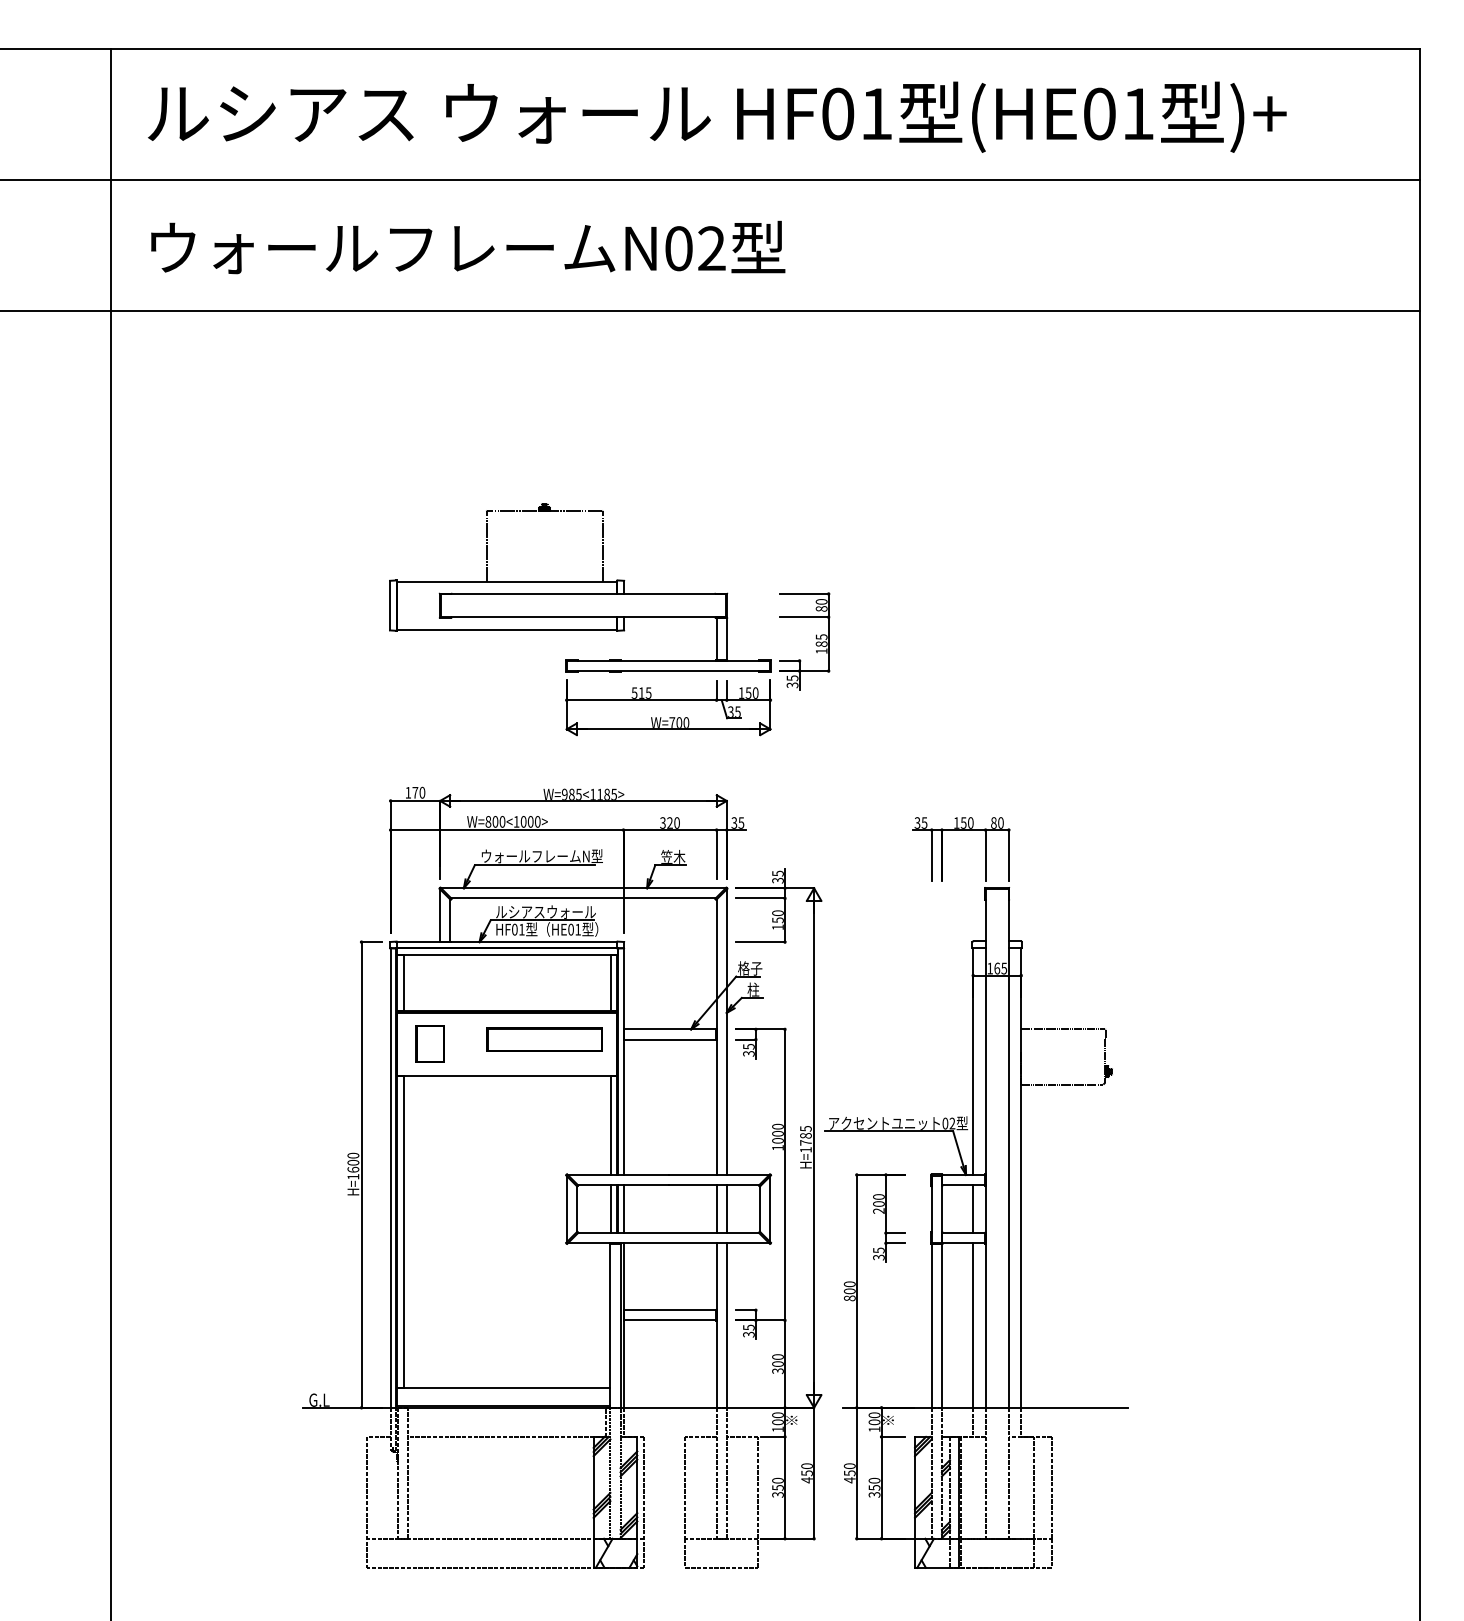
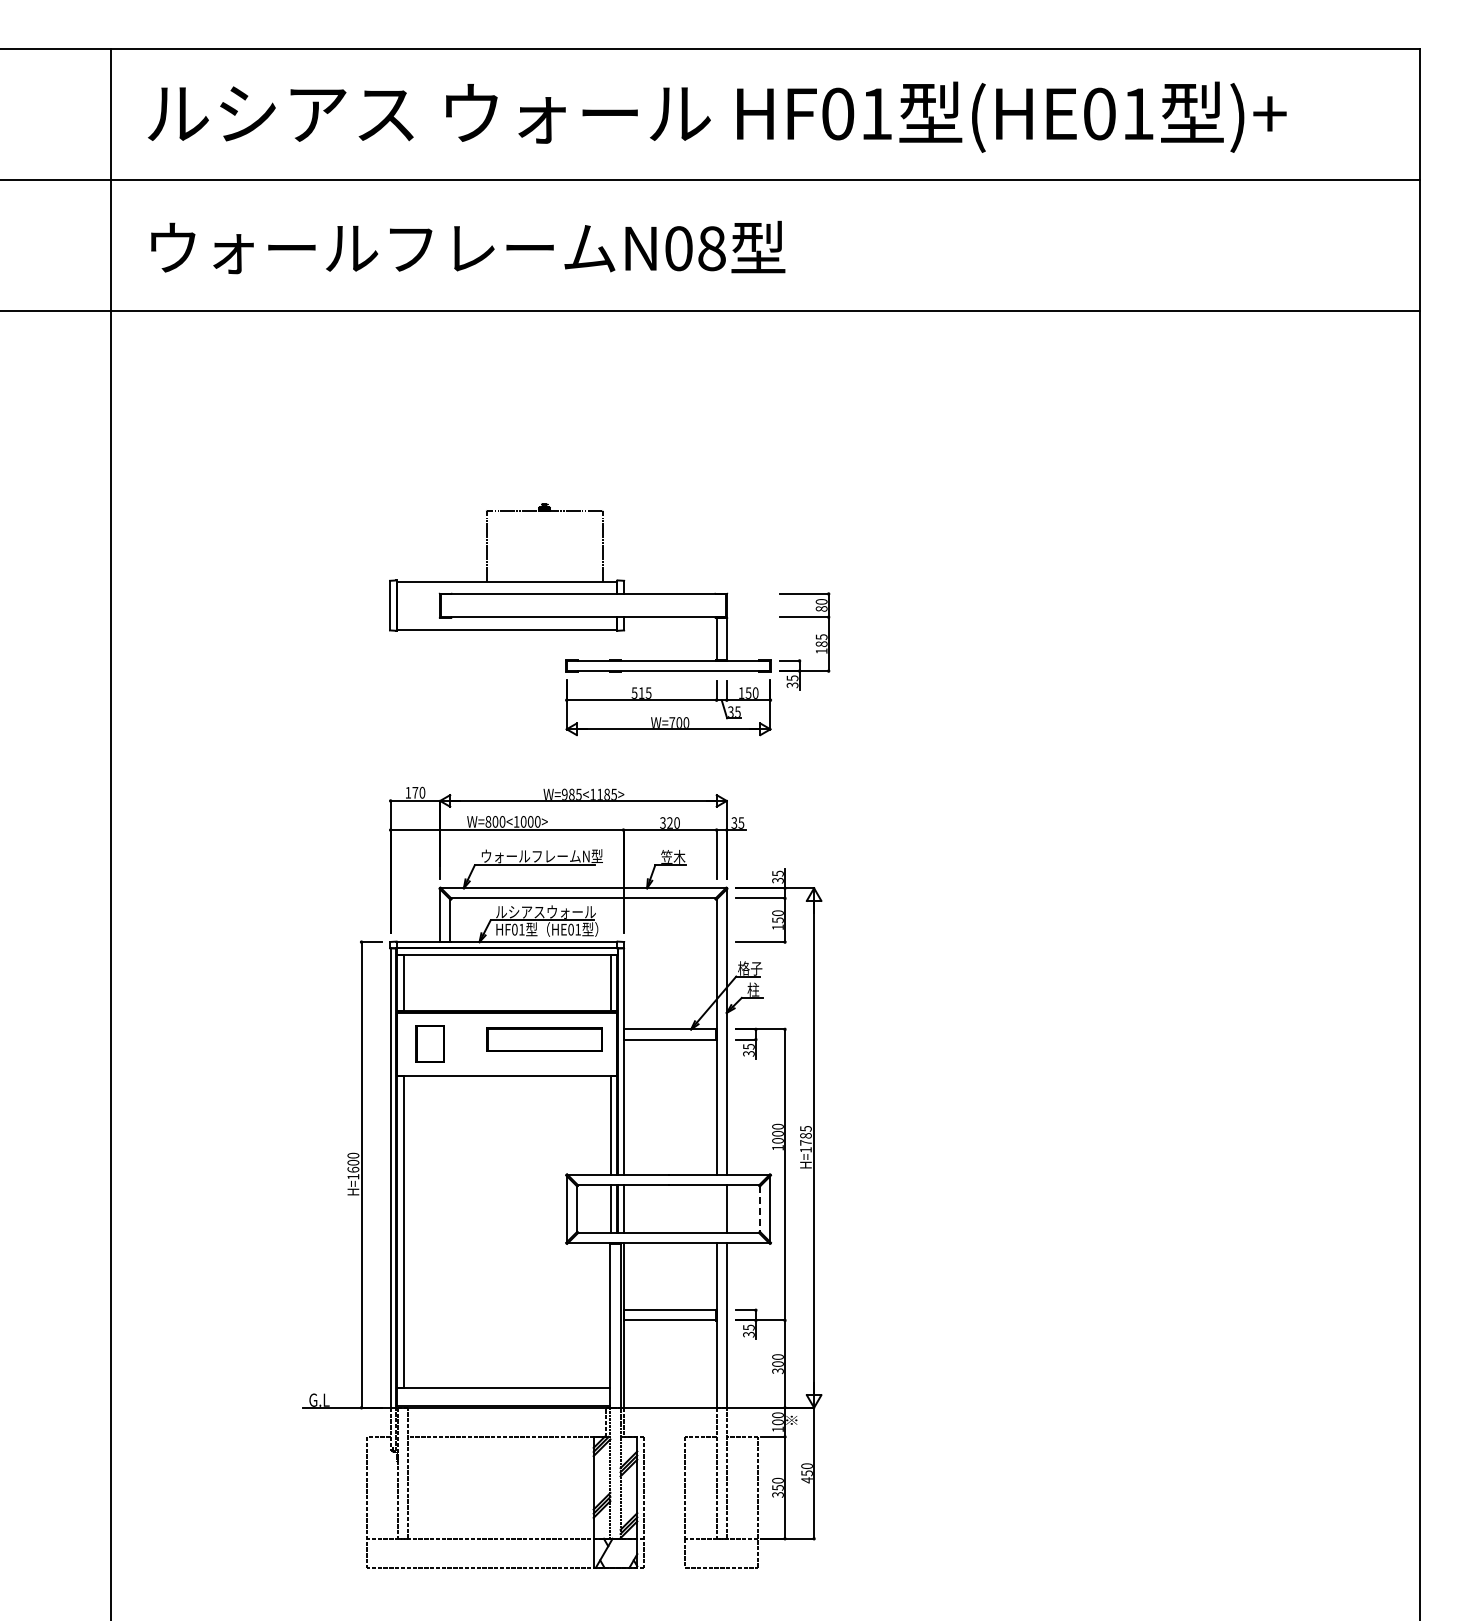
text at (711, 248): N02 -> N08
part at (976, 1192): present -> none
line at (716, 1209): present -> none
line at (760, 1209): solid -> dashed
